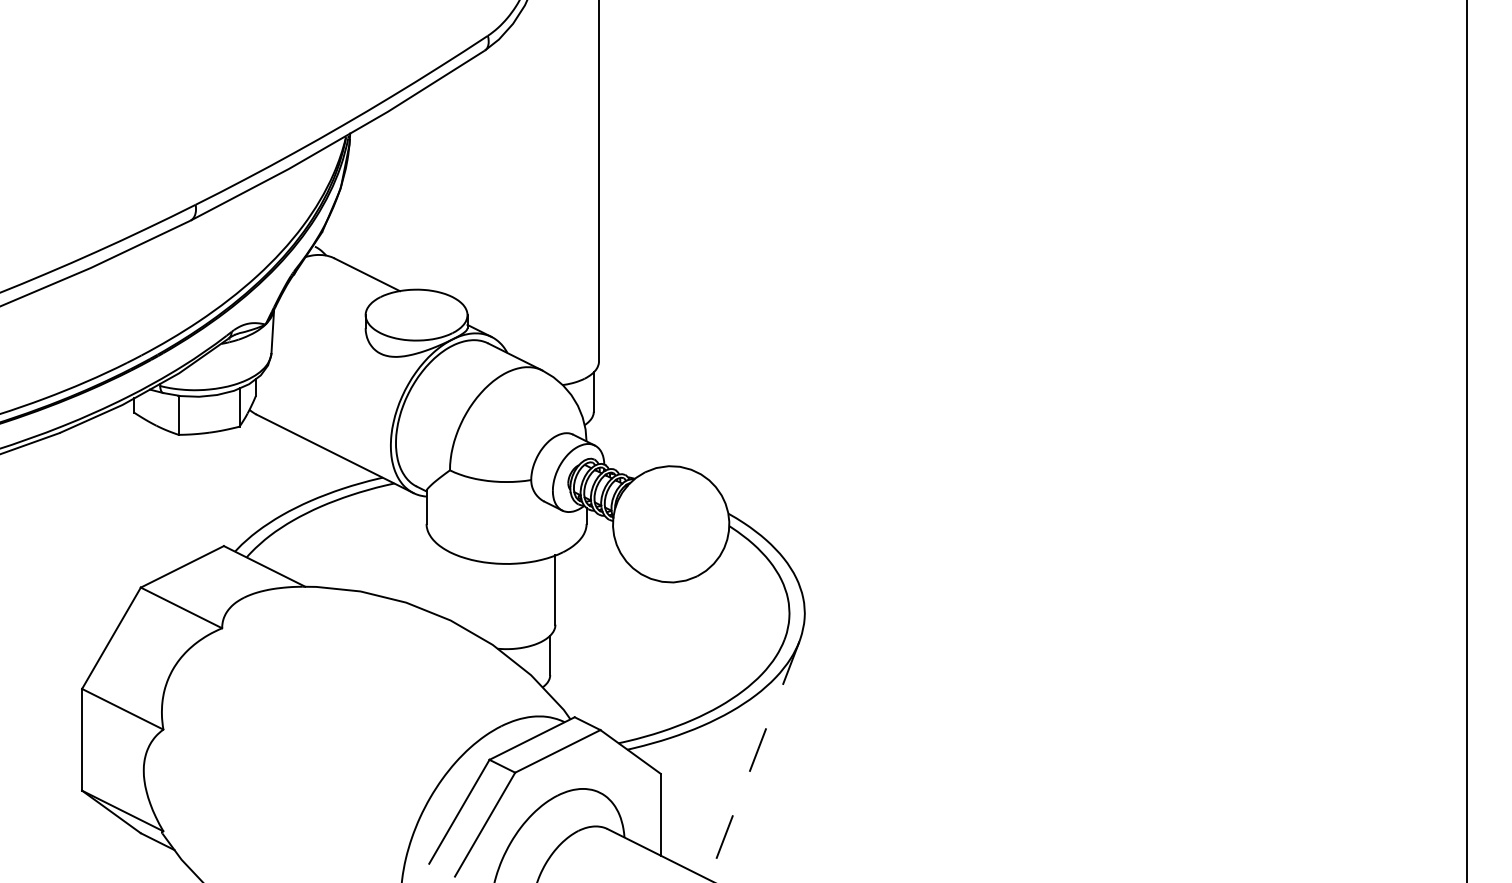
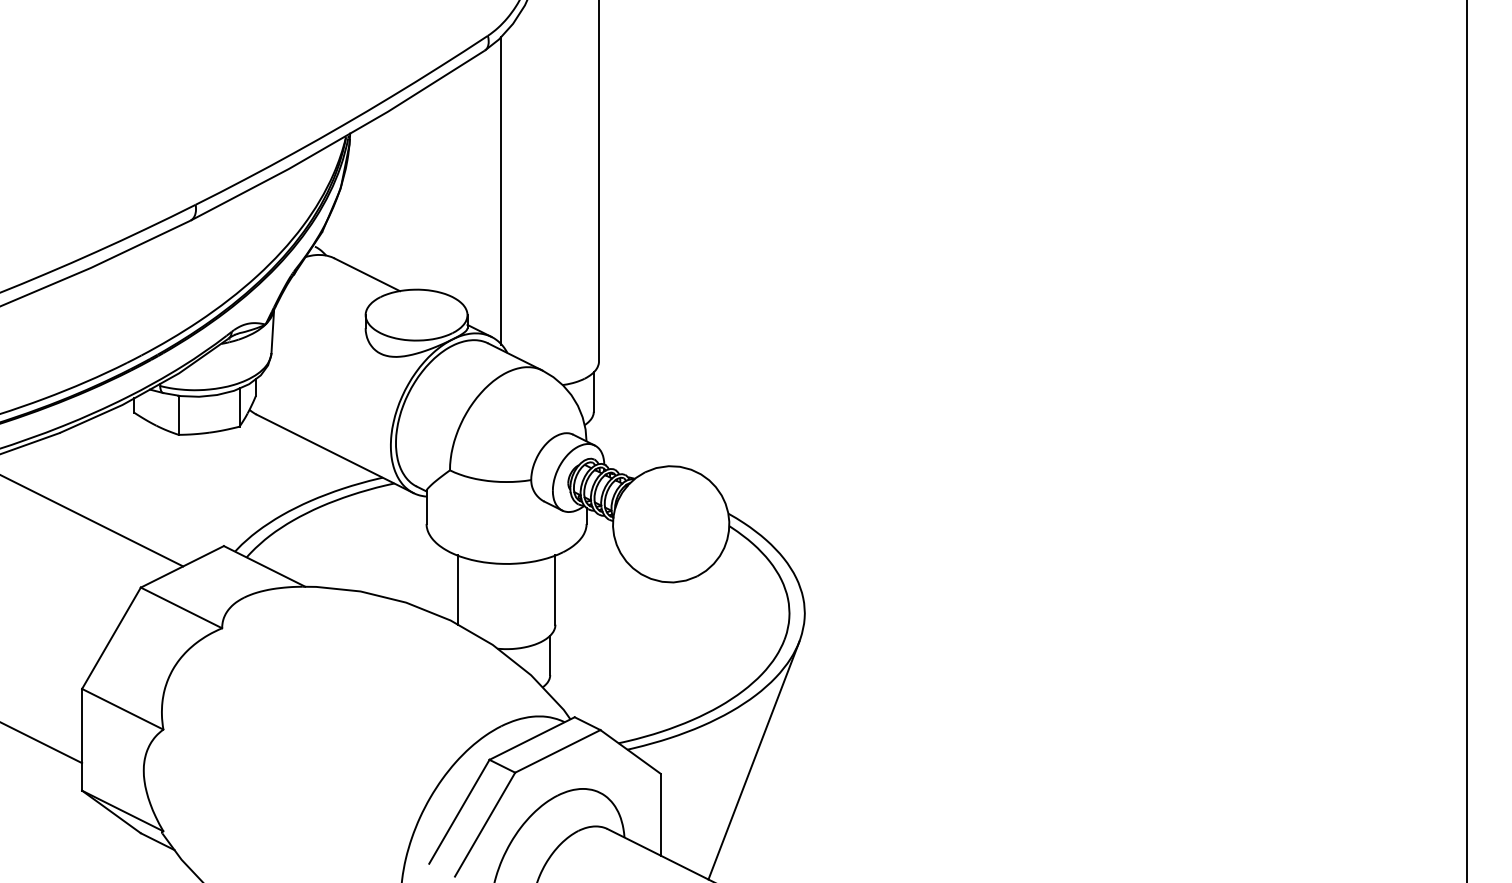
line at (501, 190): none -> present
line at (92, 521): none -> present
line at (457, 589): none -> present
line at (42, 743): none -> present
line at (753, 760): dashed -> solid
